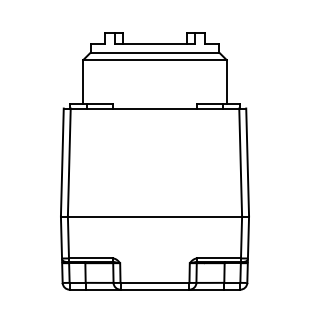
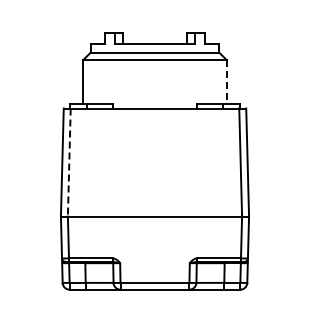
line at (226, 82): solid -> dashed
line at (69, 163): solid -> dashed
